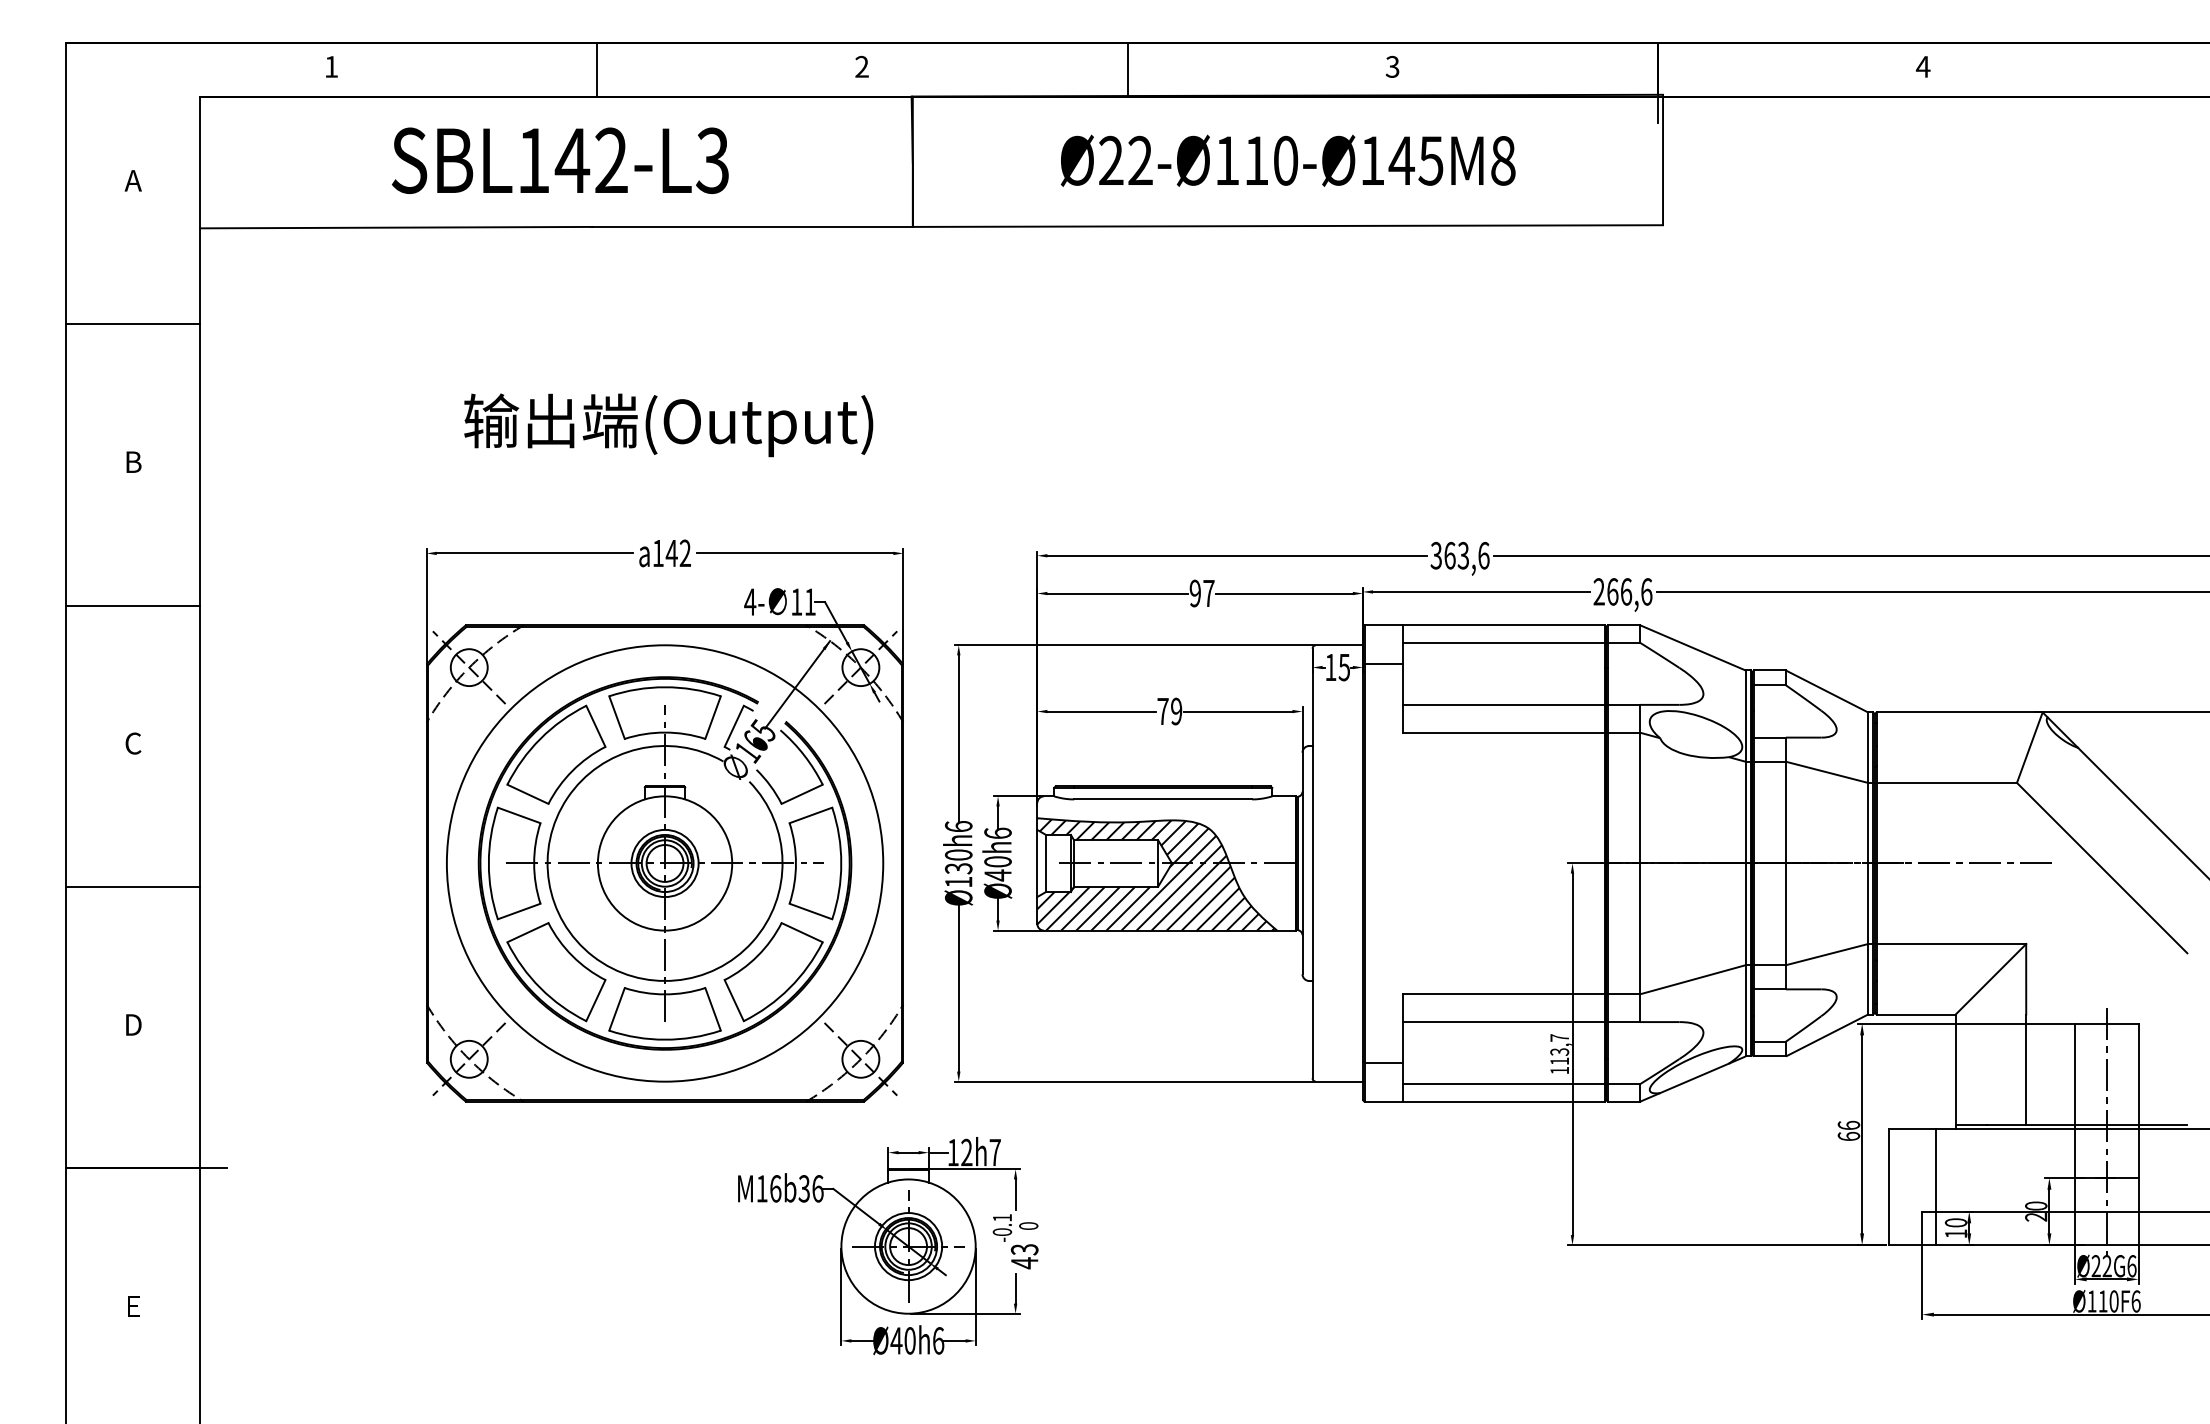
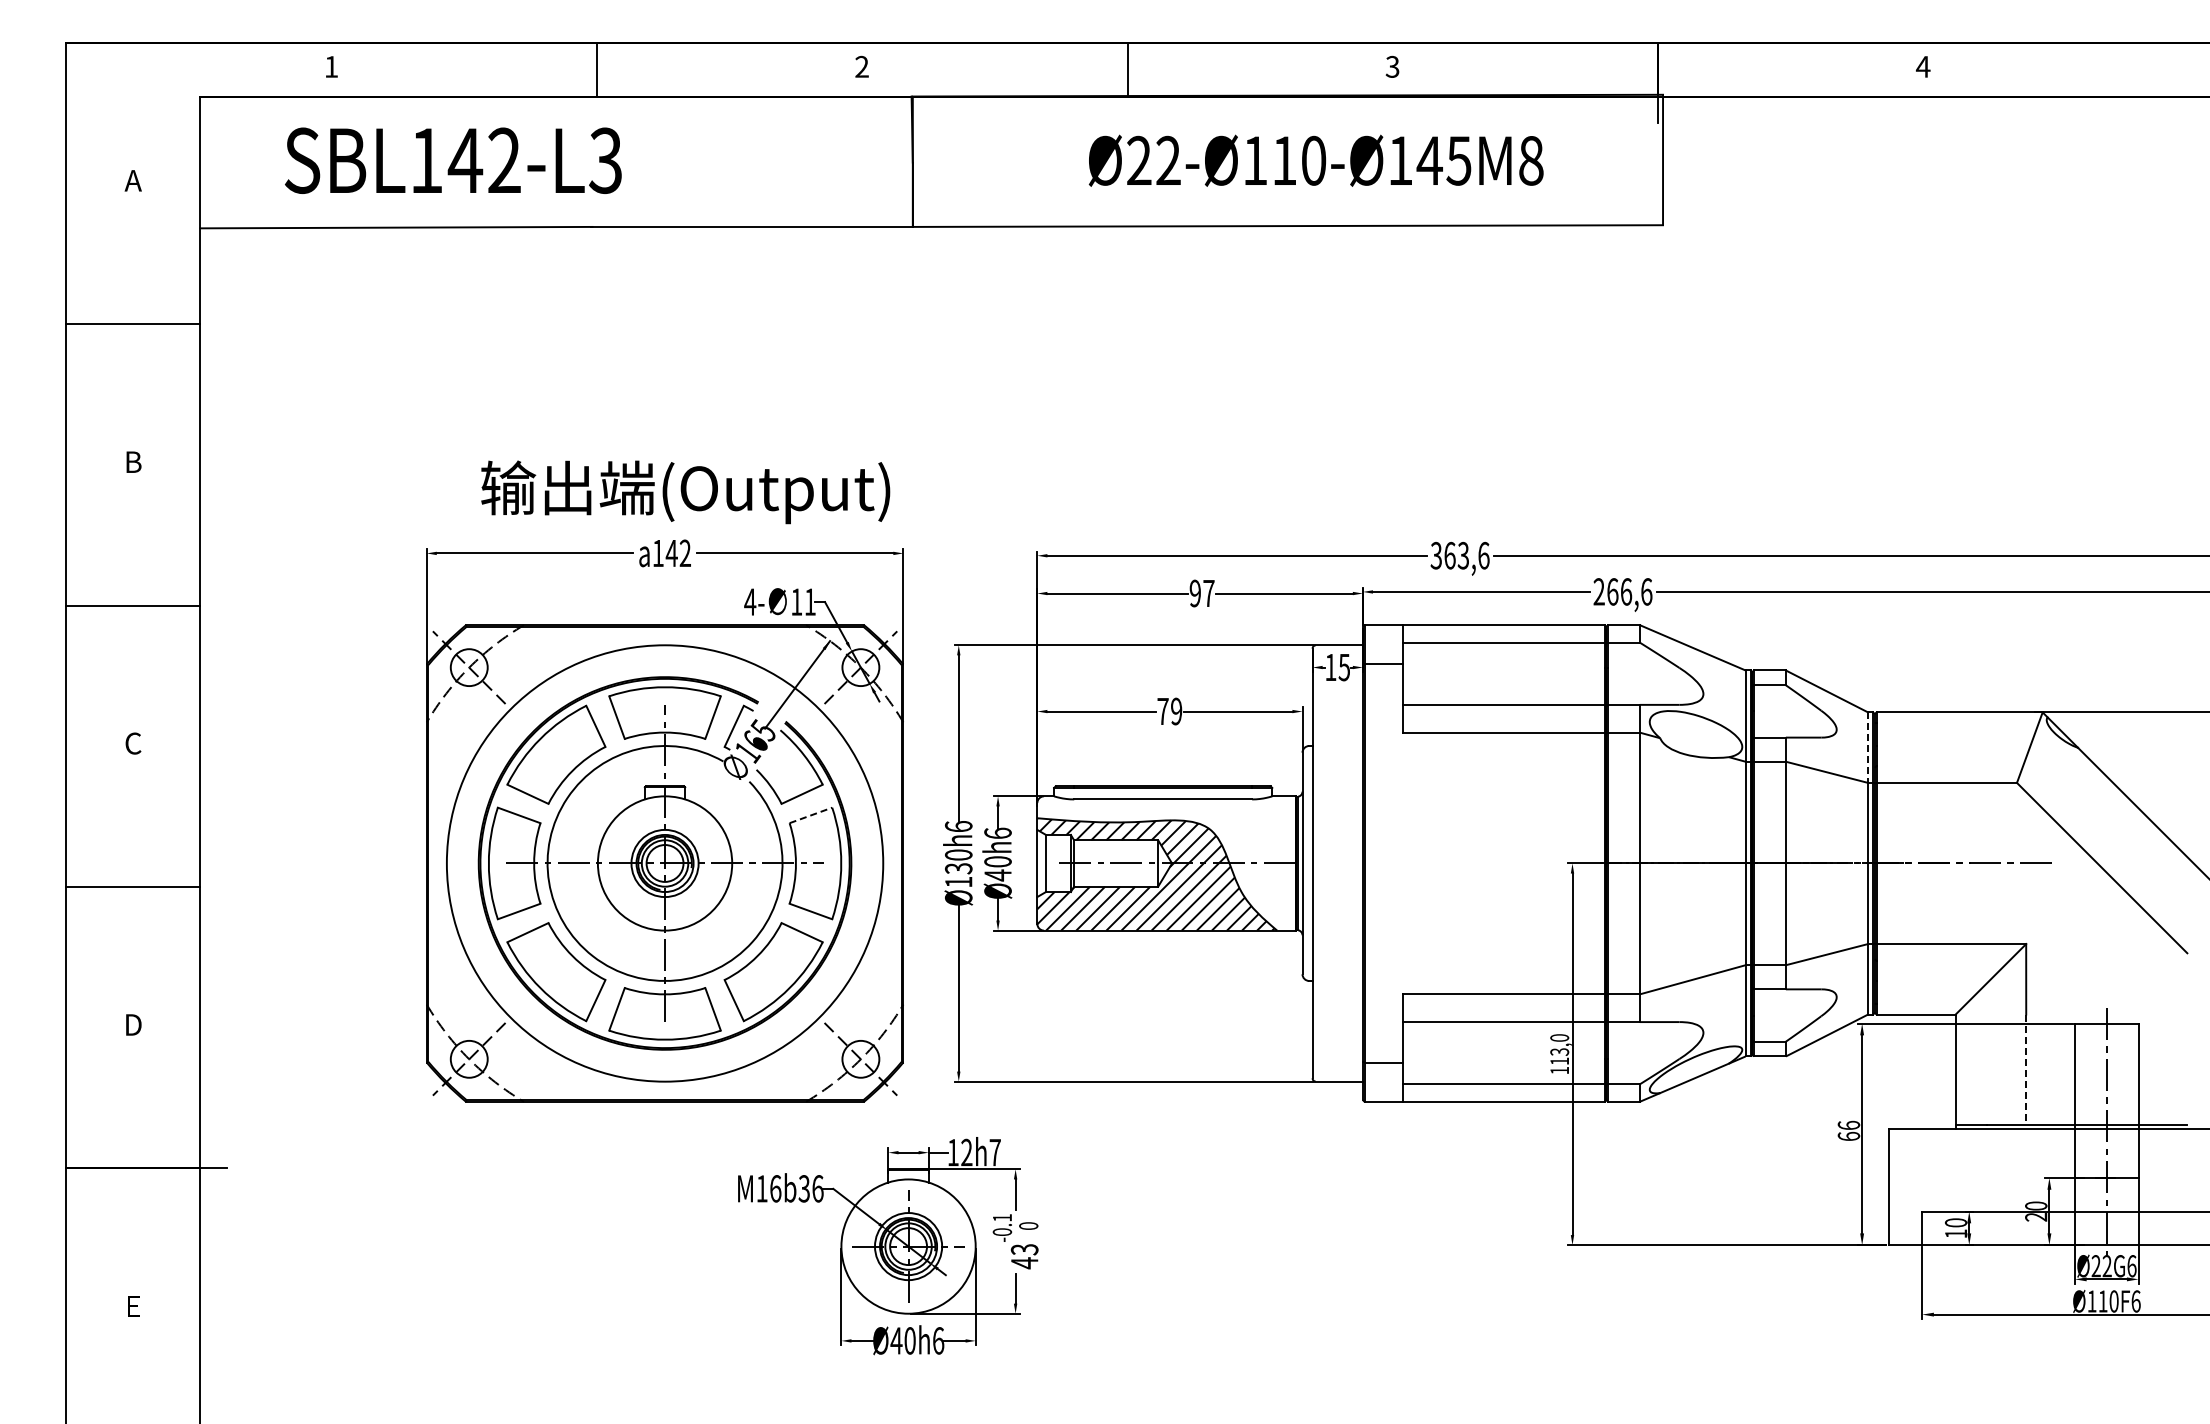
text at (560, 160) position: (560, 160) -> (453, 160)
text at (1287, 160) position: (1287, 160) -> (1315, 160)
text at (668, 425) position: (668, 425) -> (685, 492)
line at (1868, 748): solid -> dashed
line at (810, 815): solid -> dashed
text at (1559, 1037): 113,7 -> 113,0
line at (2026, 1070): solid -> dashed
line at (1936, 1186): present -> none
